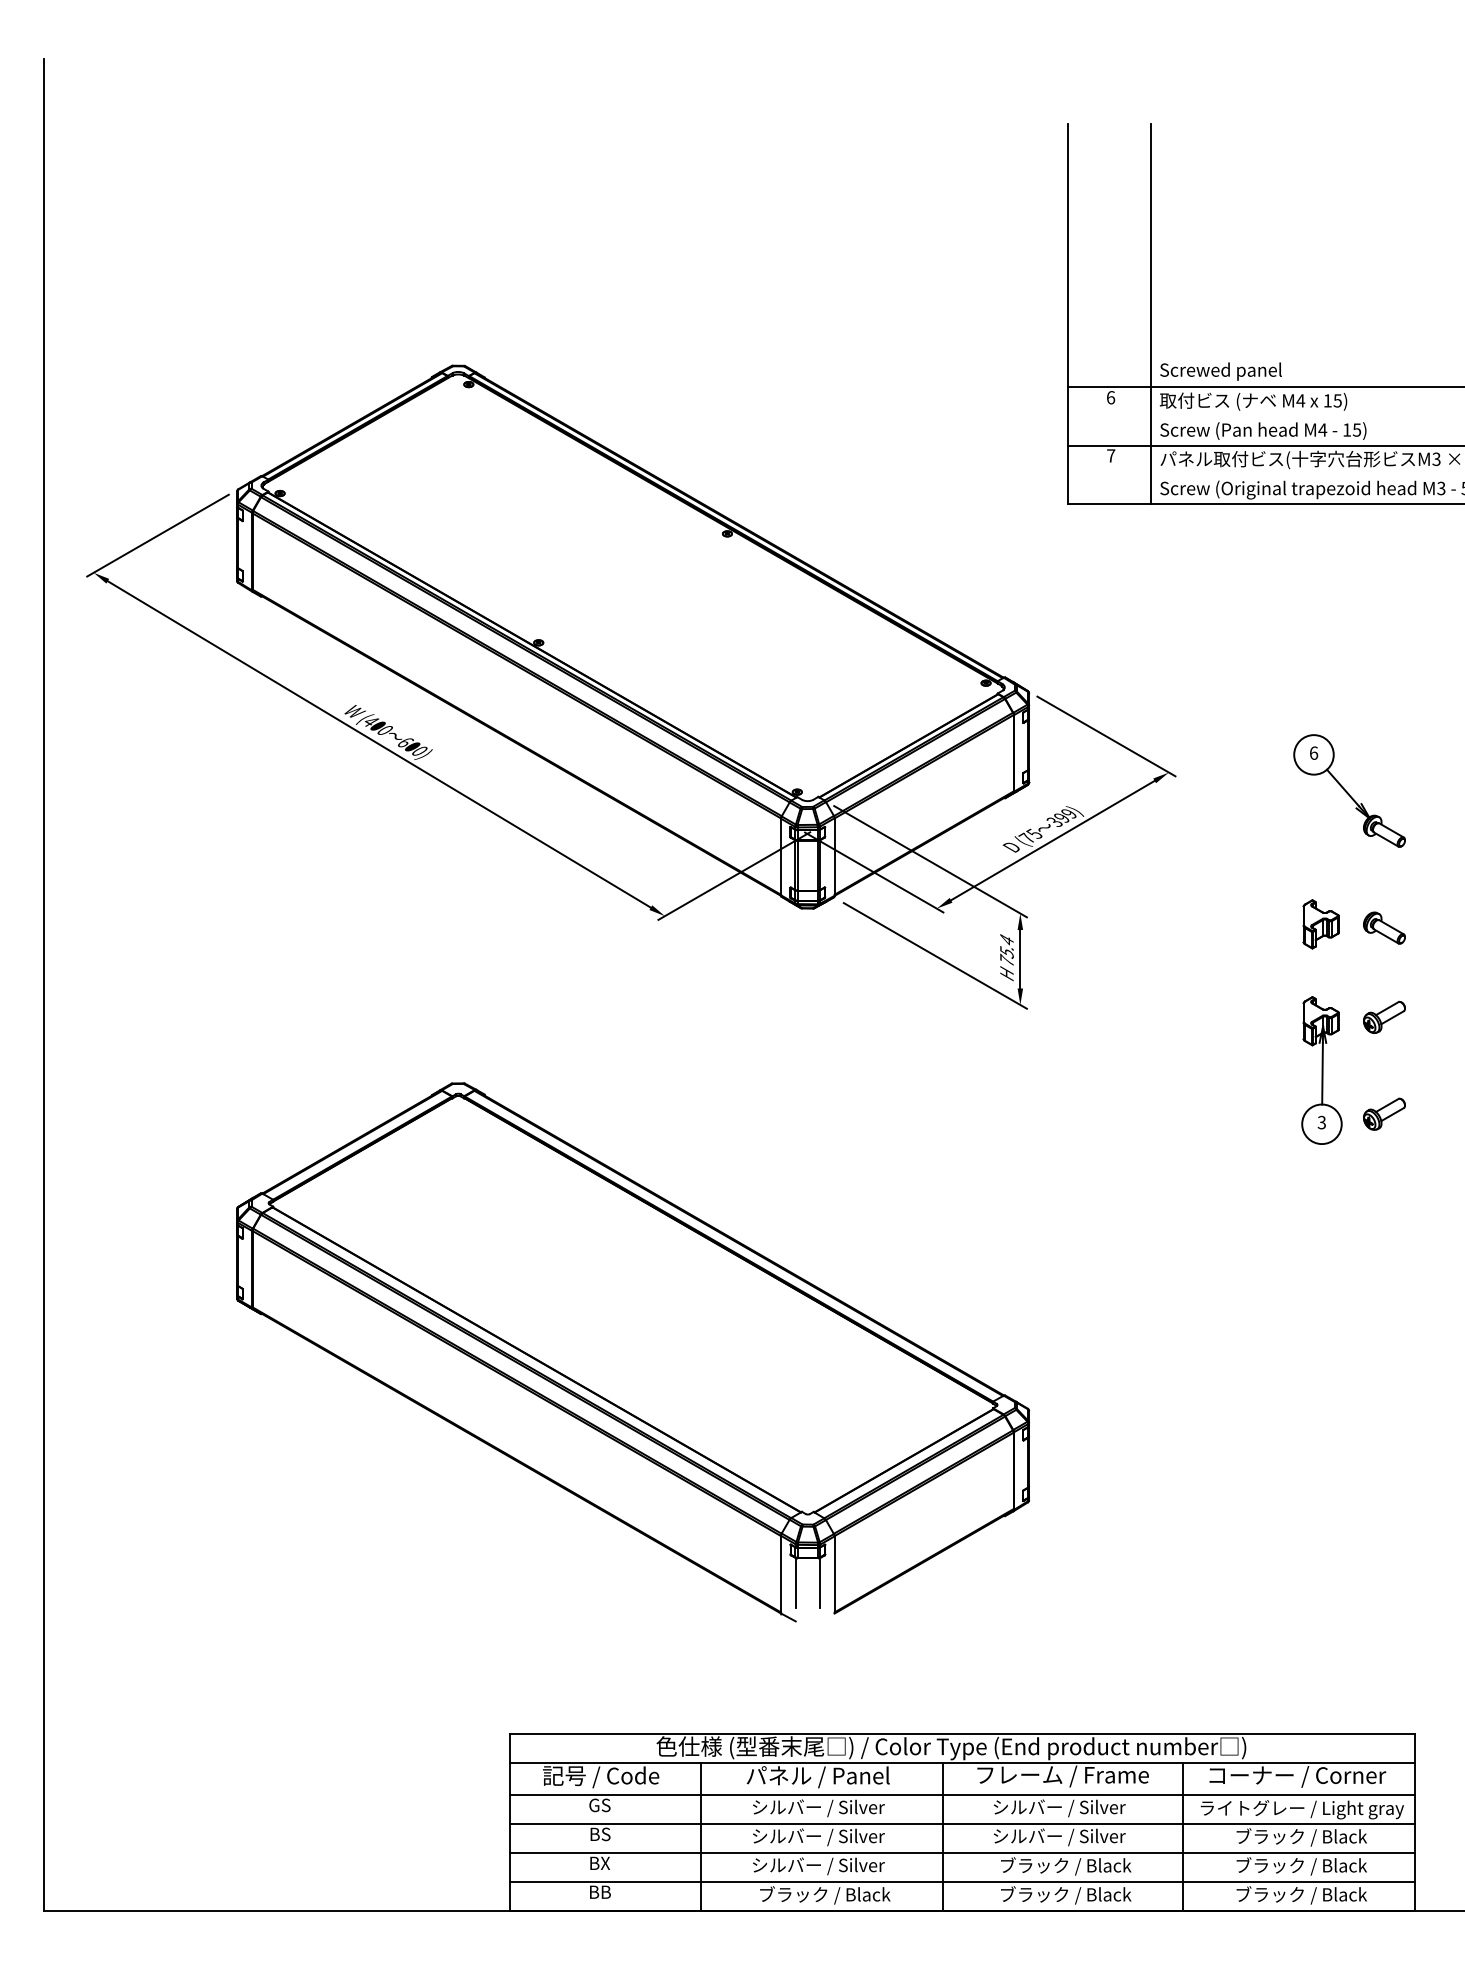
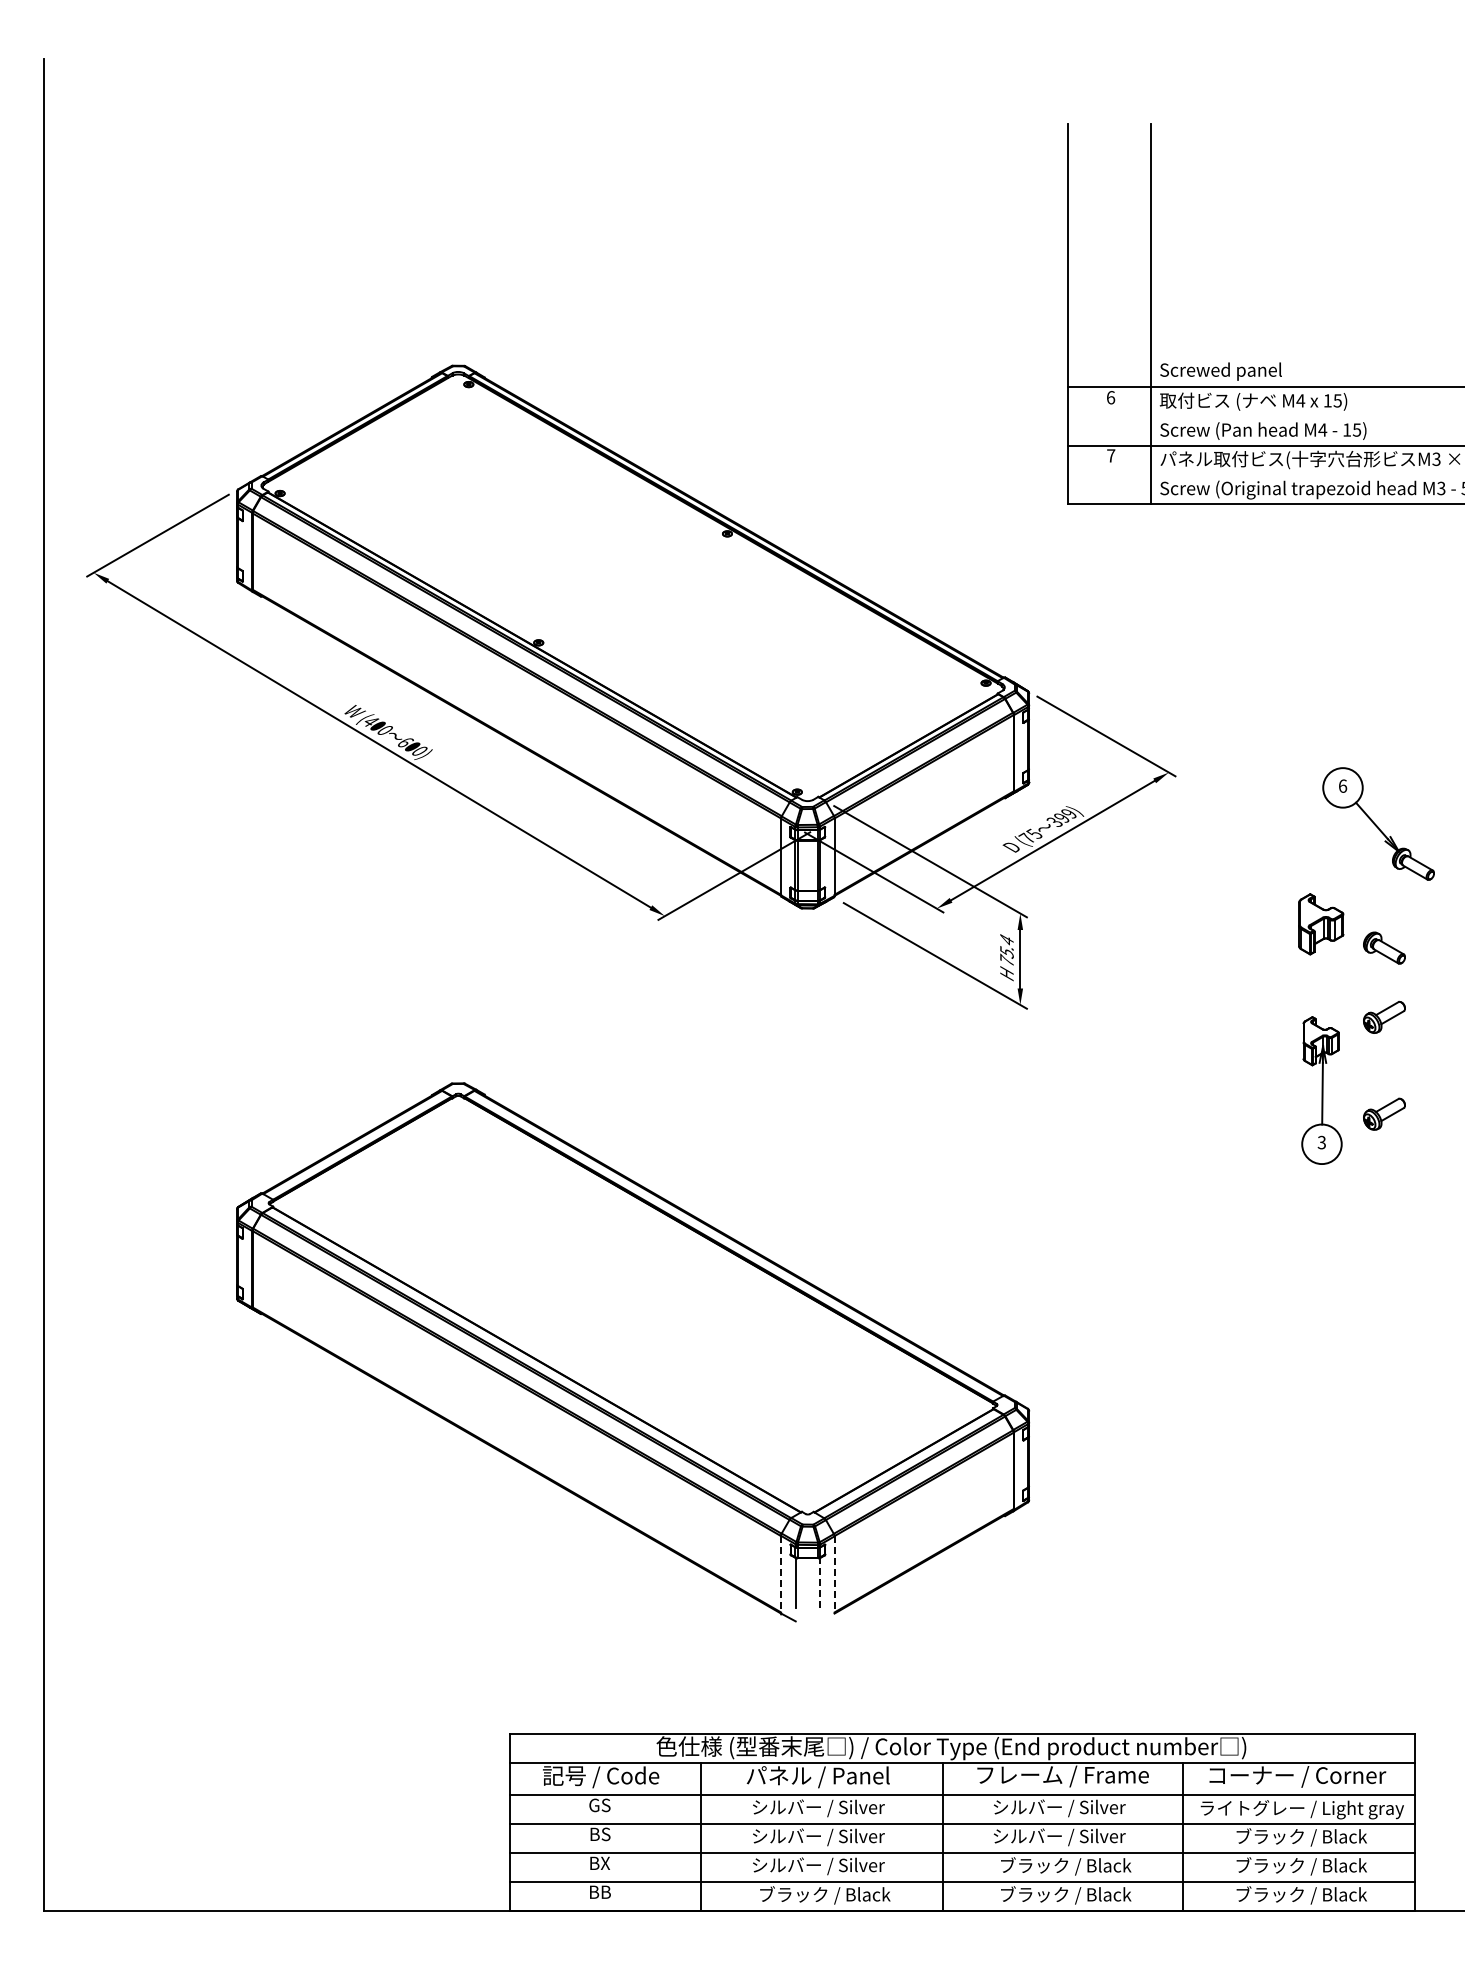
part at (1349, 790) position: (1349, 790) -> (1378, 823)
part at (1320, 924) size: 38x51 px -> 47x63 px
part at (1384, 927) position: (1384, 927) -> (1384, 947)
part at (1321, 1070) position: (1321, 1070) -> (1321, 1090)
line at (781, 1574): solid -> dashed
line at (834, 1575): solid -> dashed
line at (820, 1582): solid -> dashed
